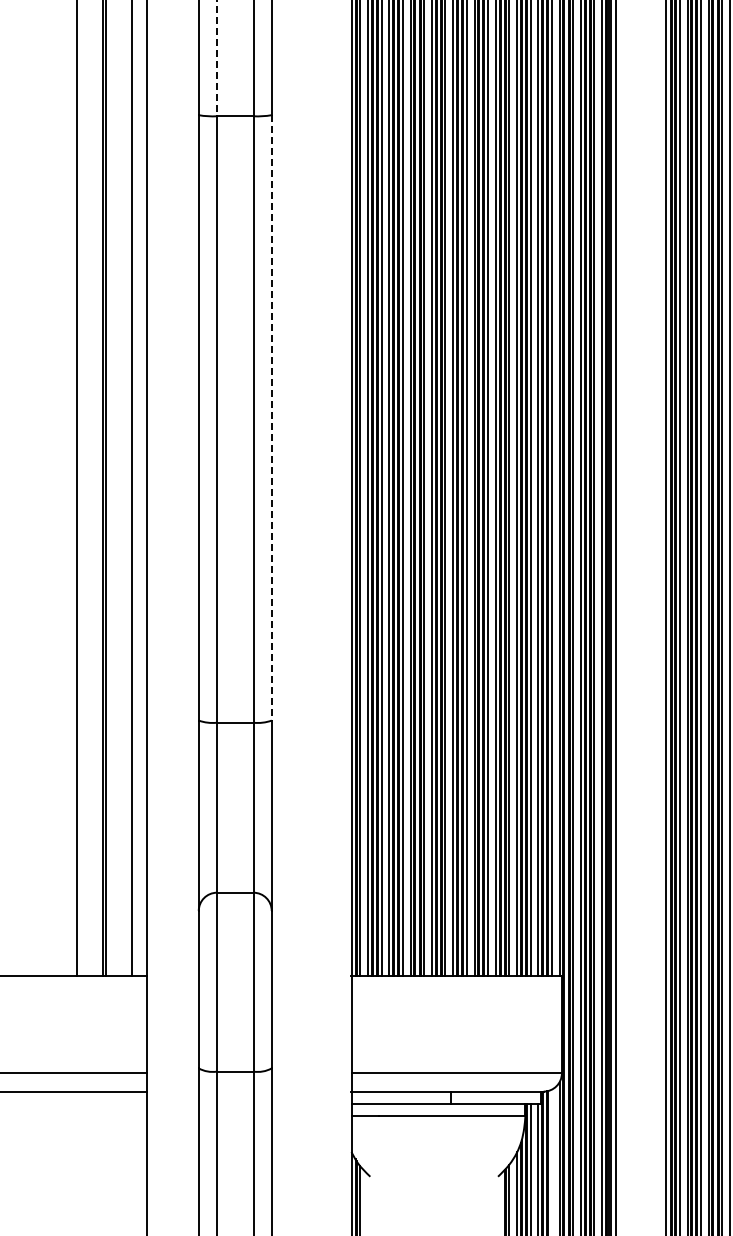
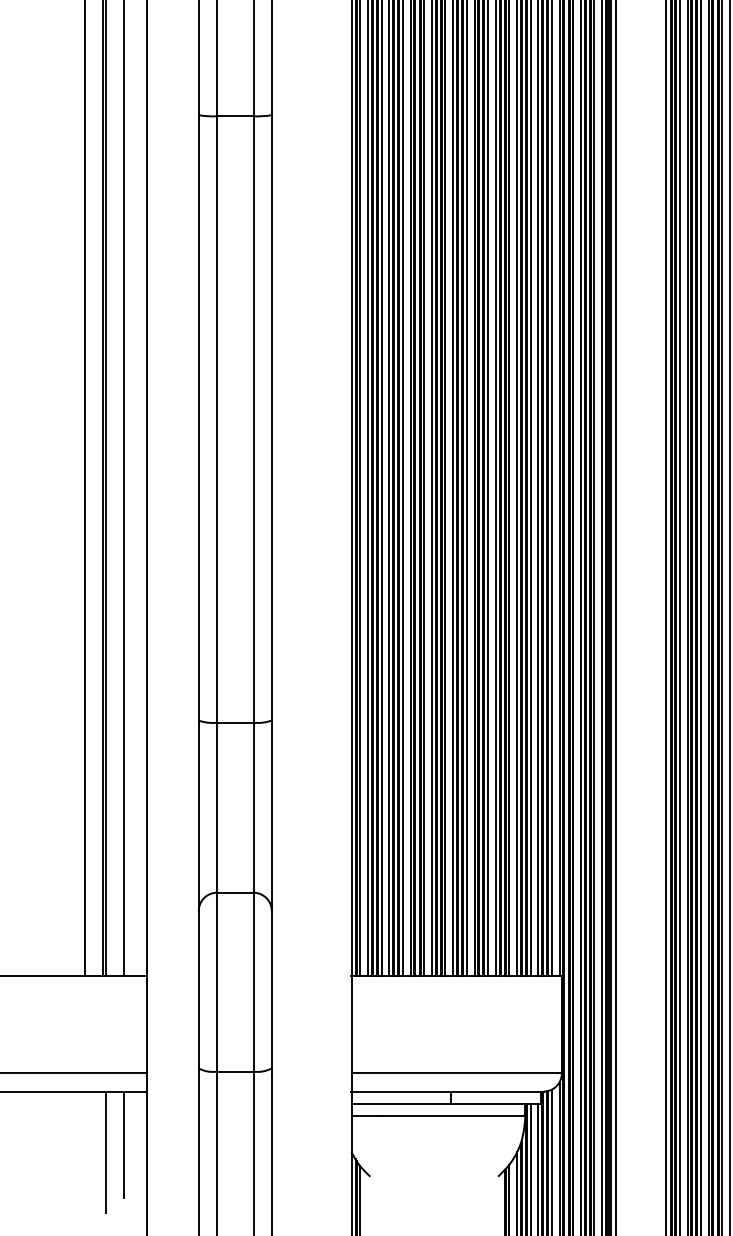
line at (217, 58): dashed -> solid
line at (271, 417): dashed -> solid
line at (76, 489) position: (76, 489) -> (84, 489)
line at (132, 489) position: (132, 489) -> (124, 489)
line at (124, 1144): none -> present
line at (105, 1152): none -> present
line at (551, 1160): none -> present
